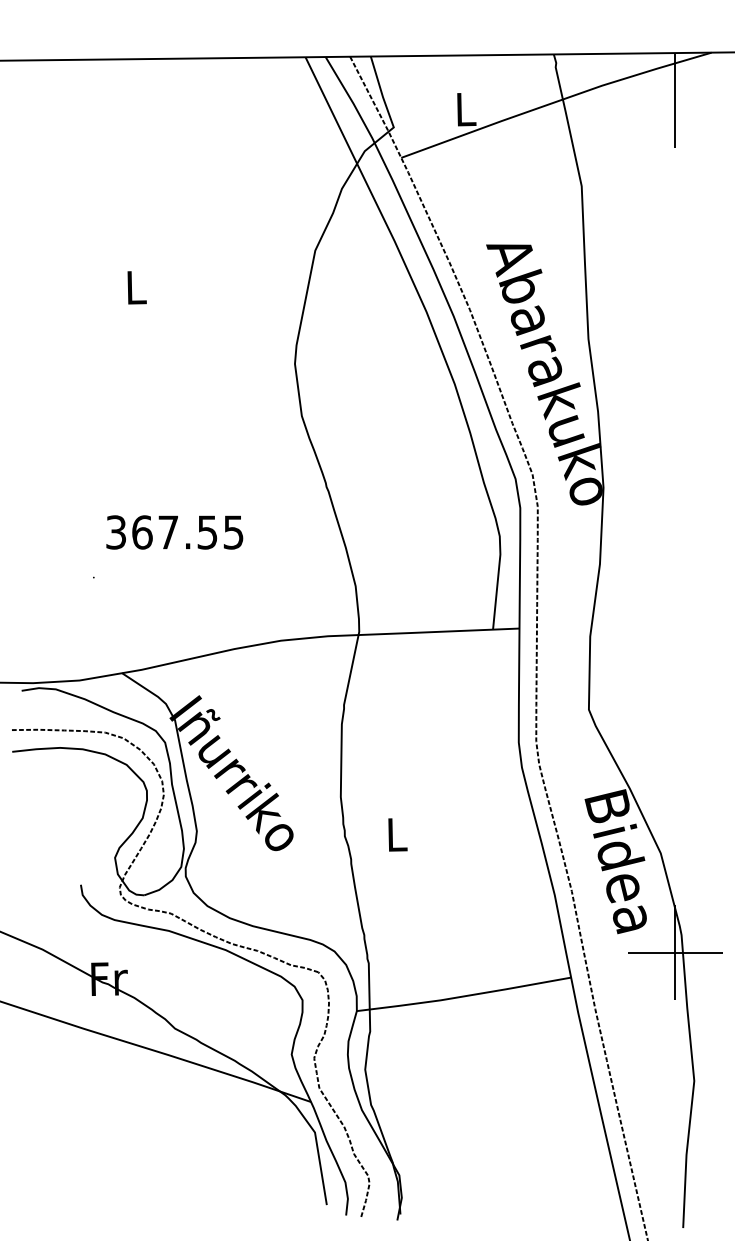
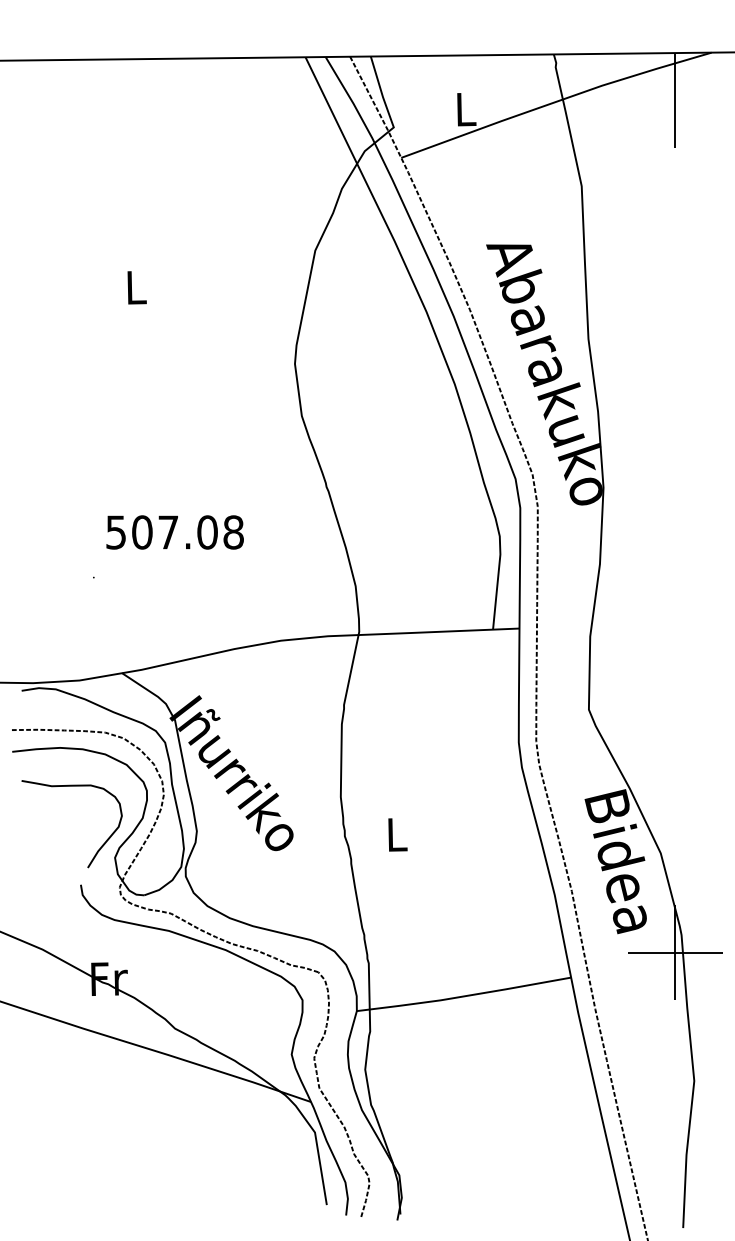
text at (174, 532): 367.55 -> 507.08
curve at (101, 845): none -> present
